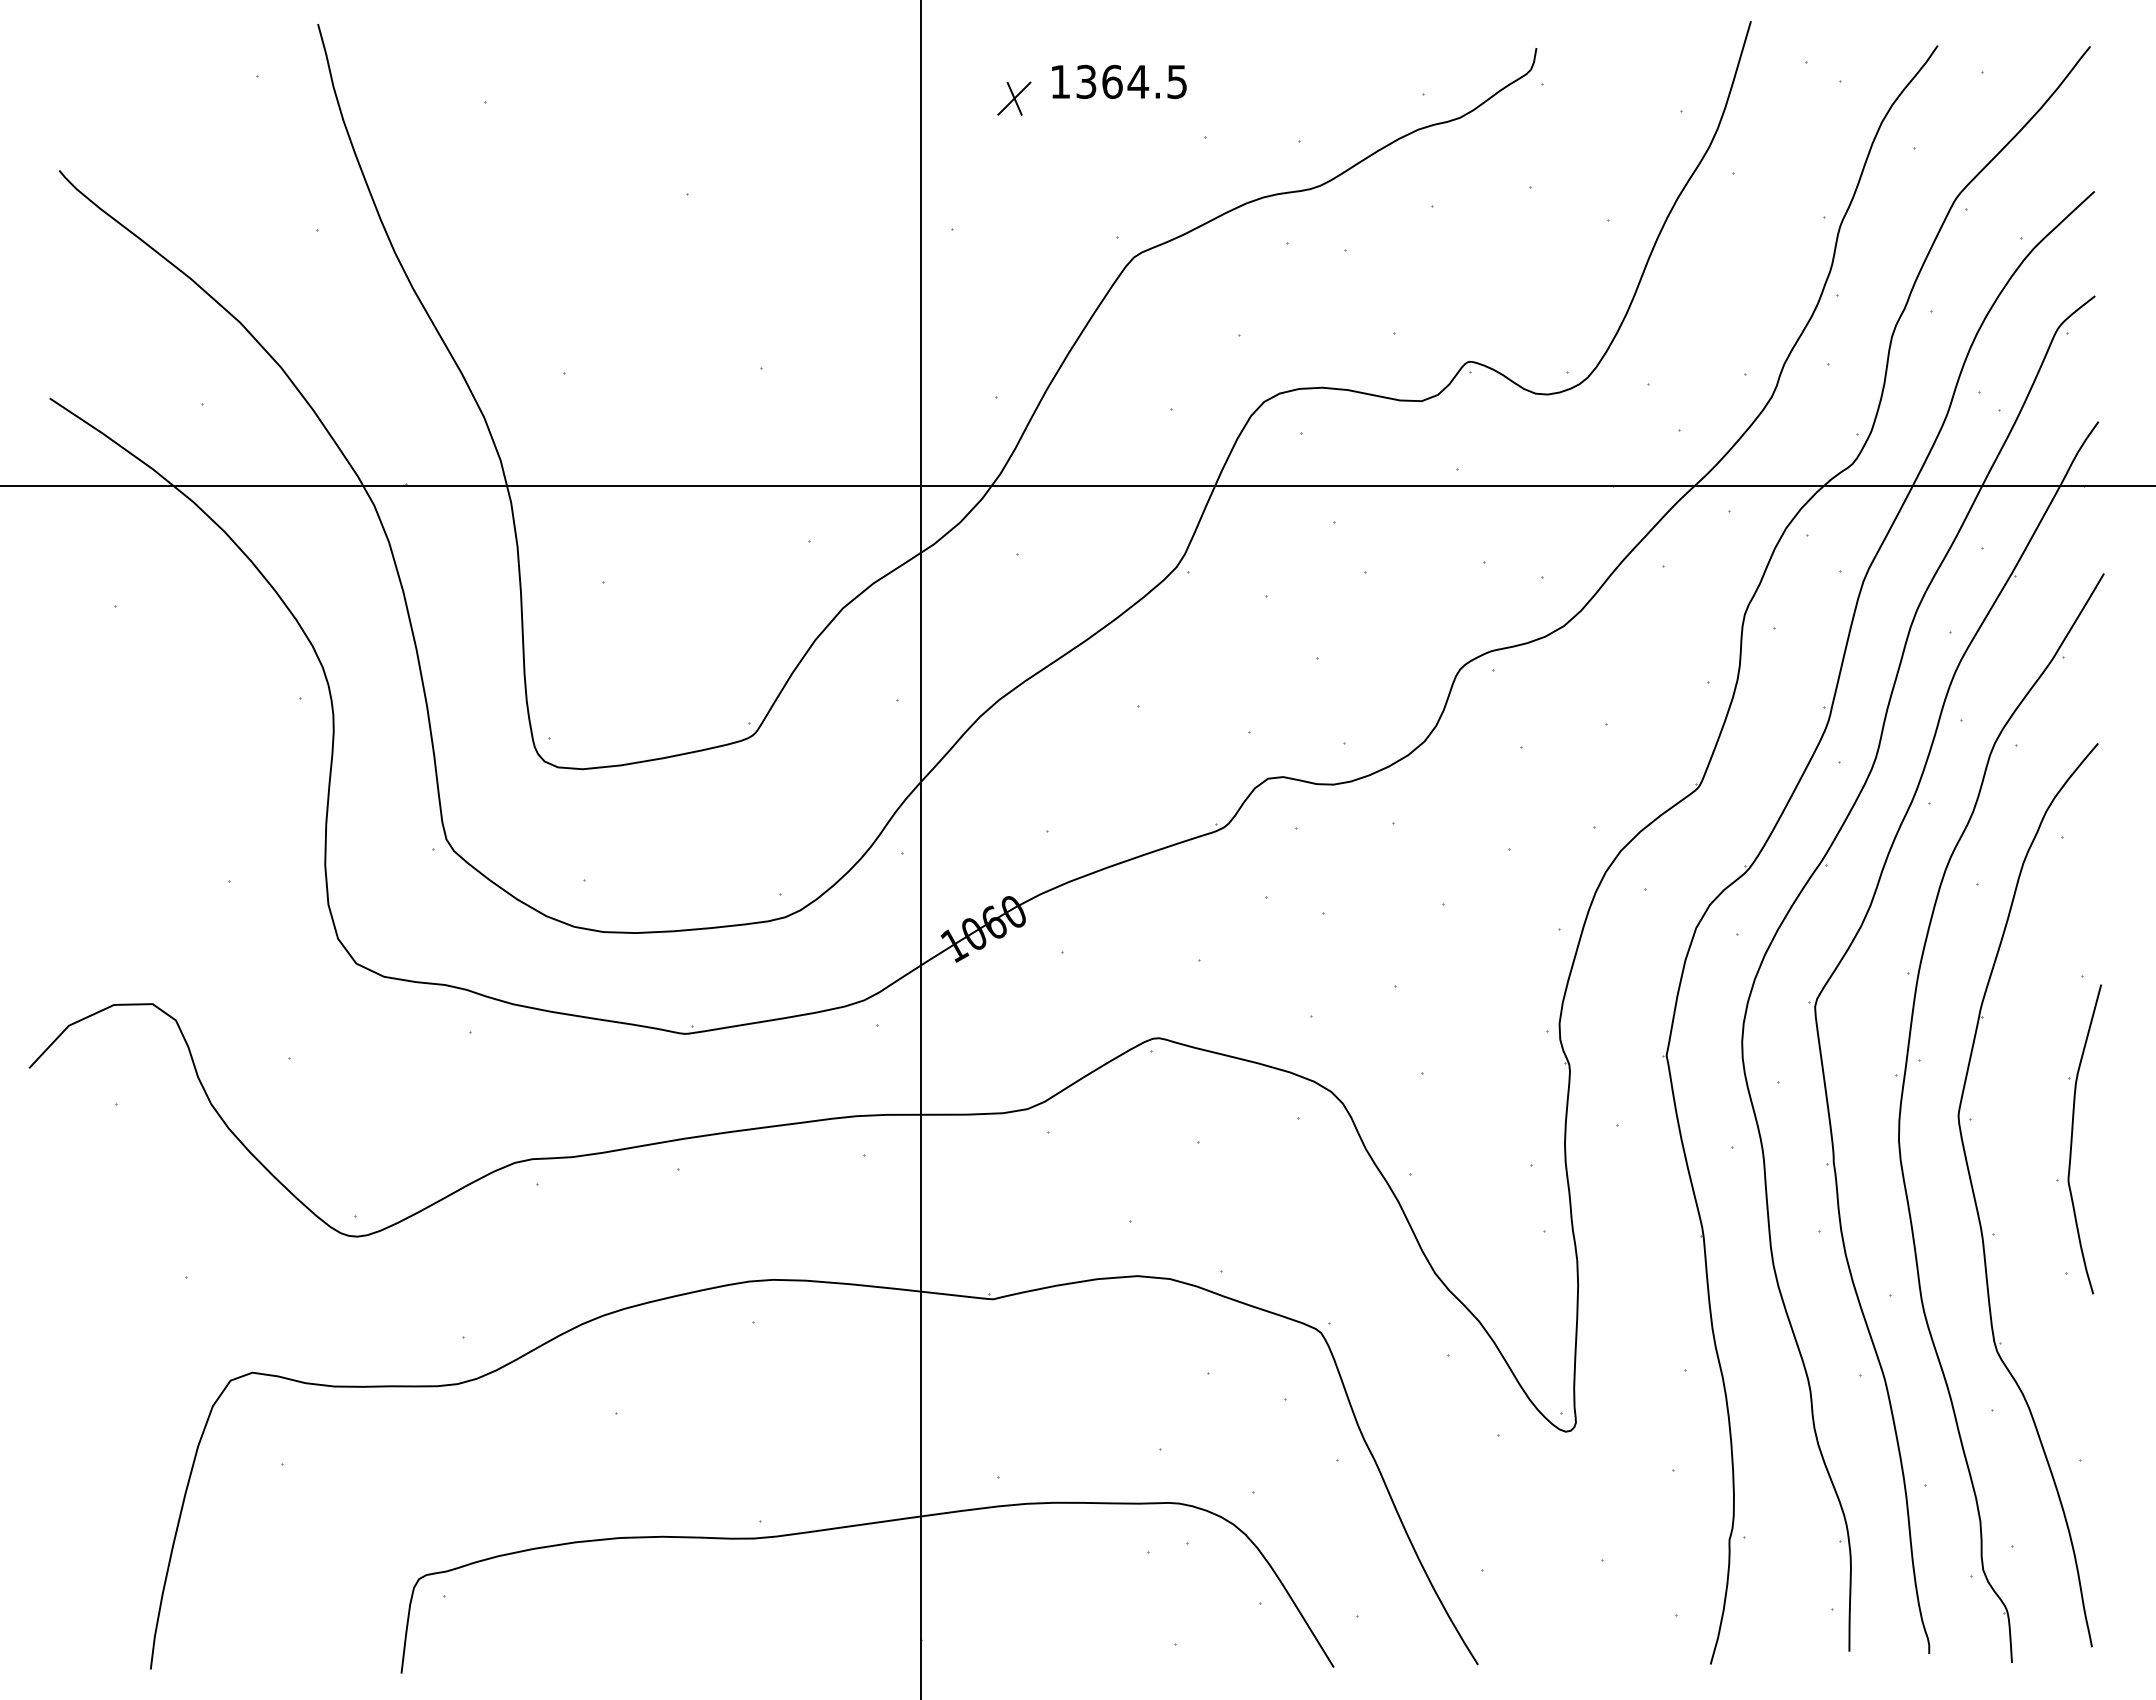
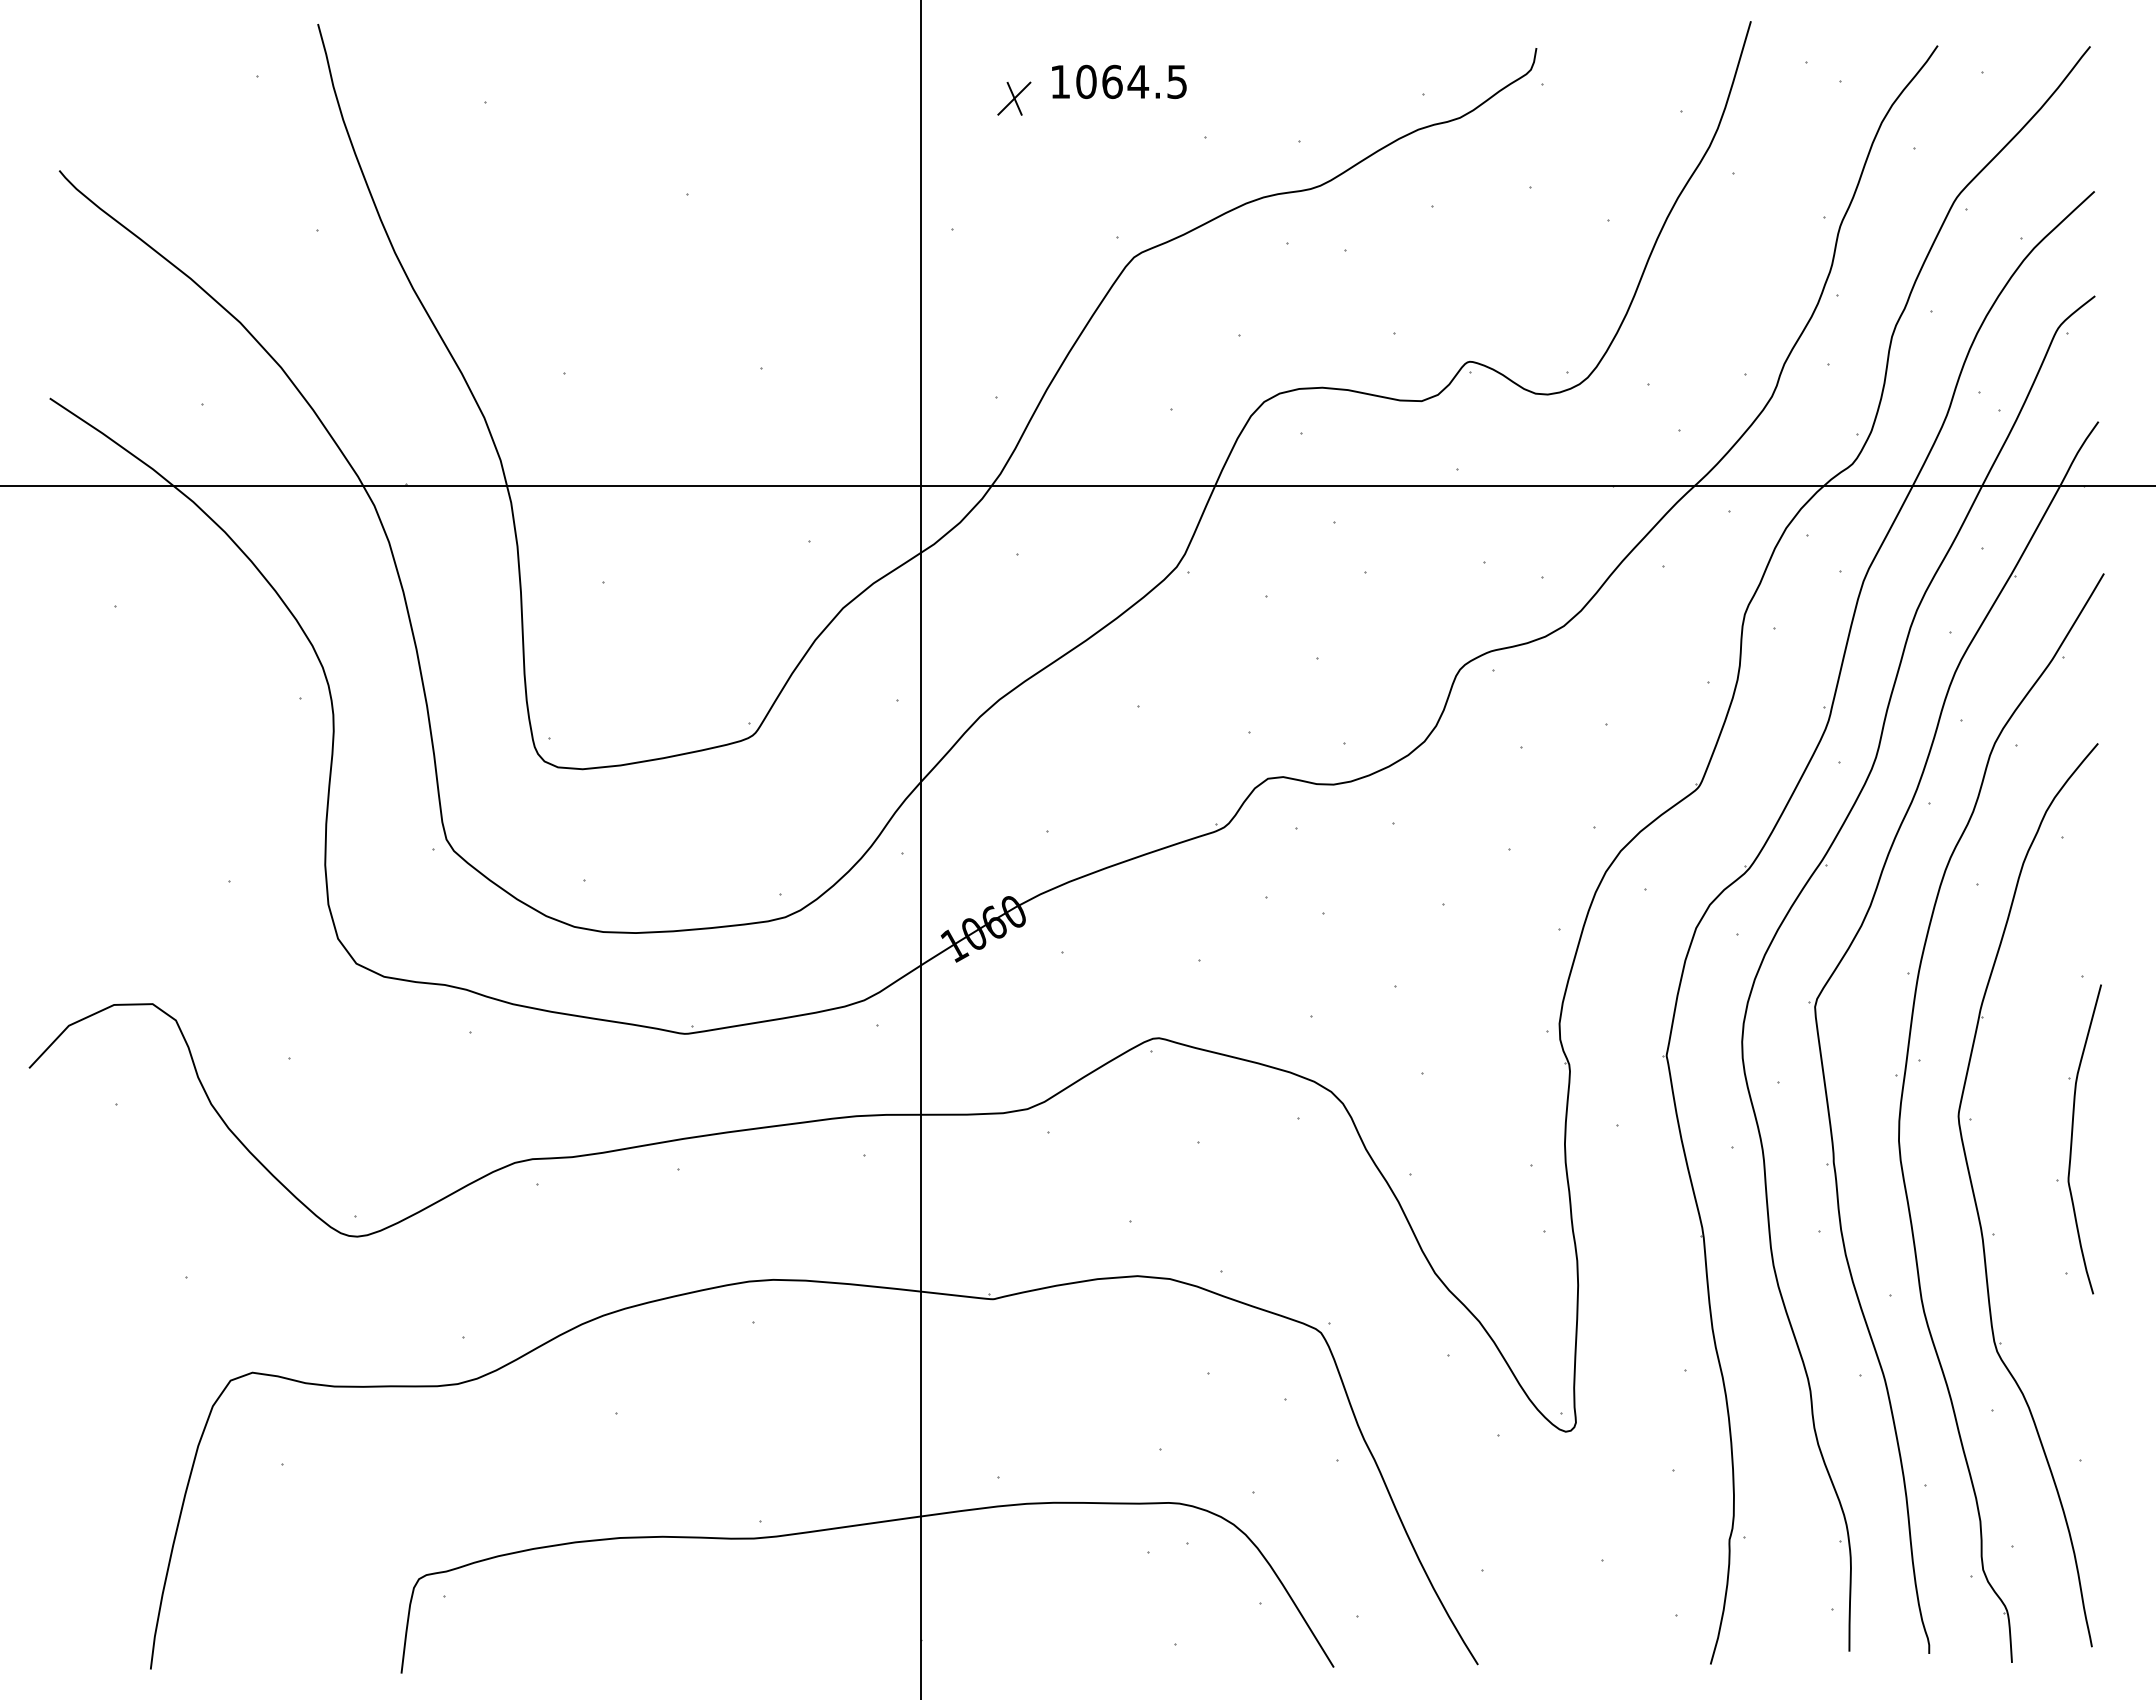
text at (1086, 81): 1364.5 -> 1064.5
